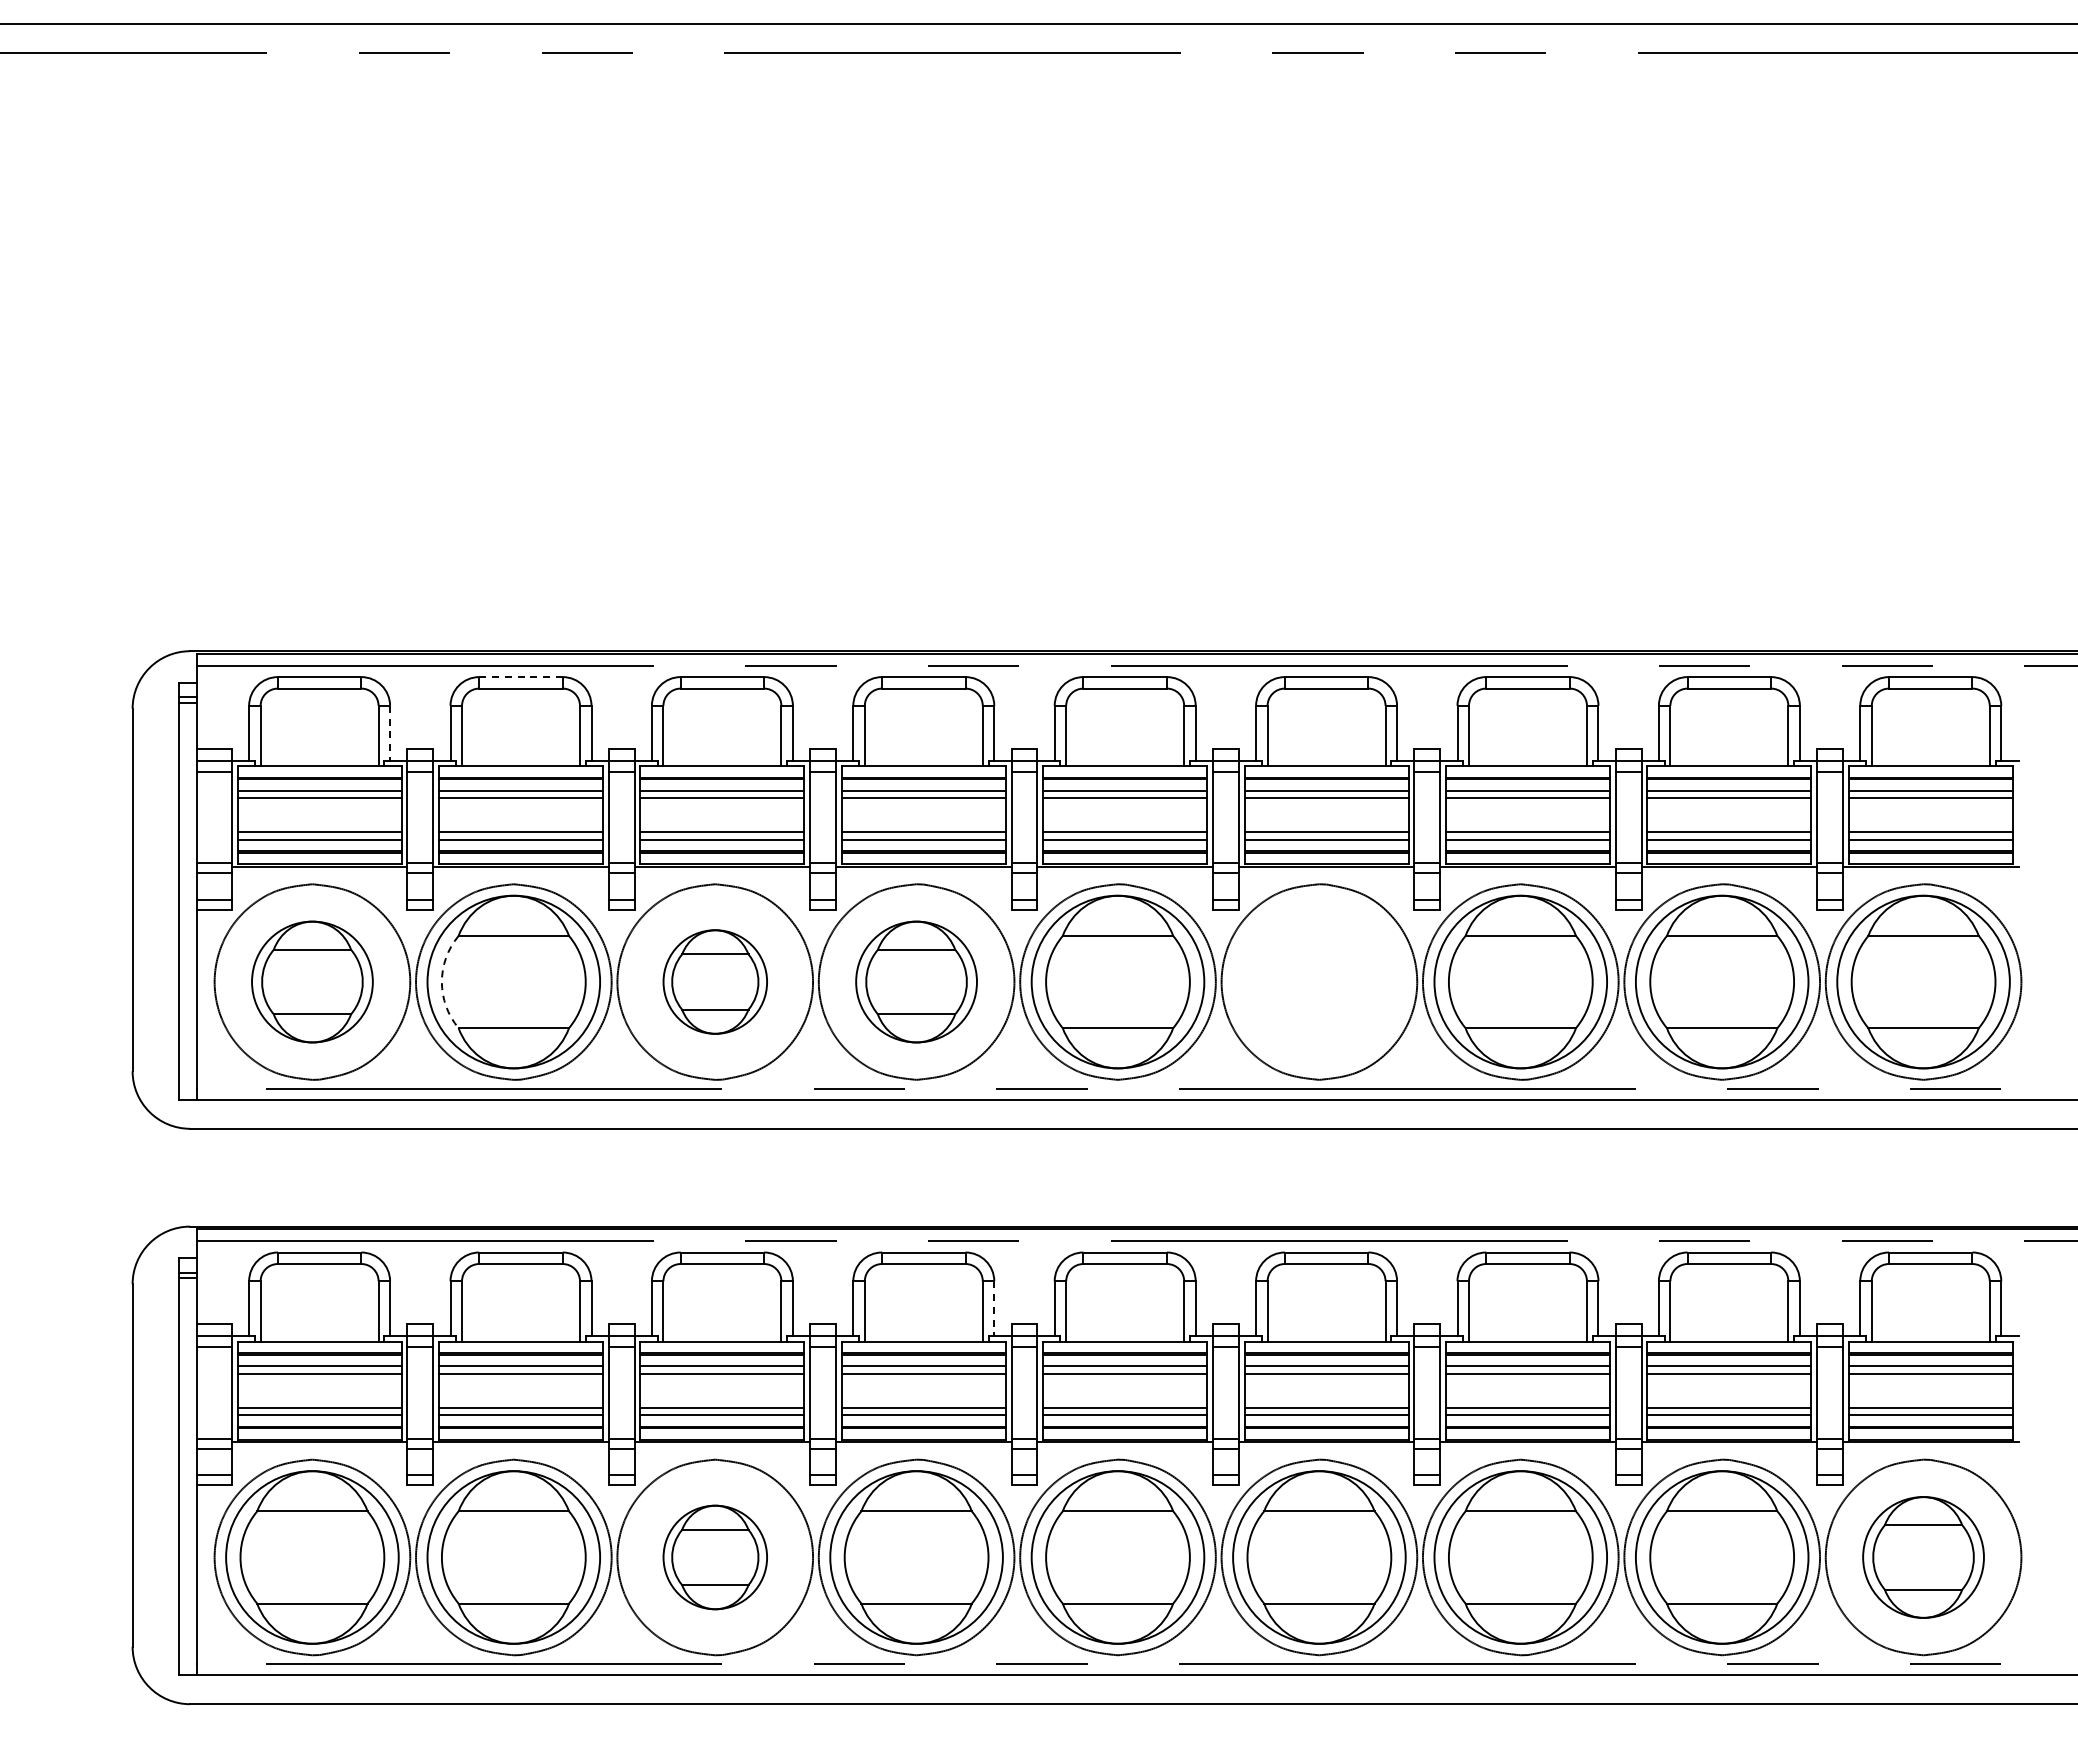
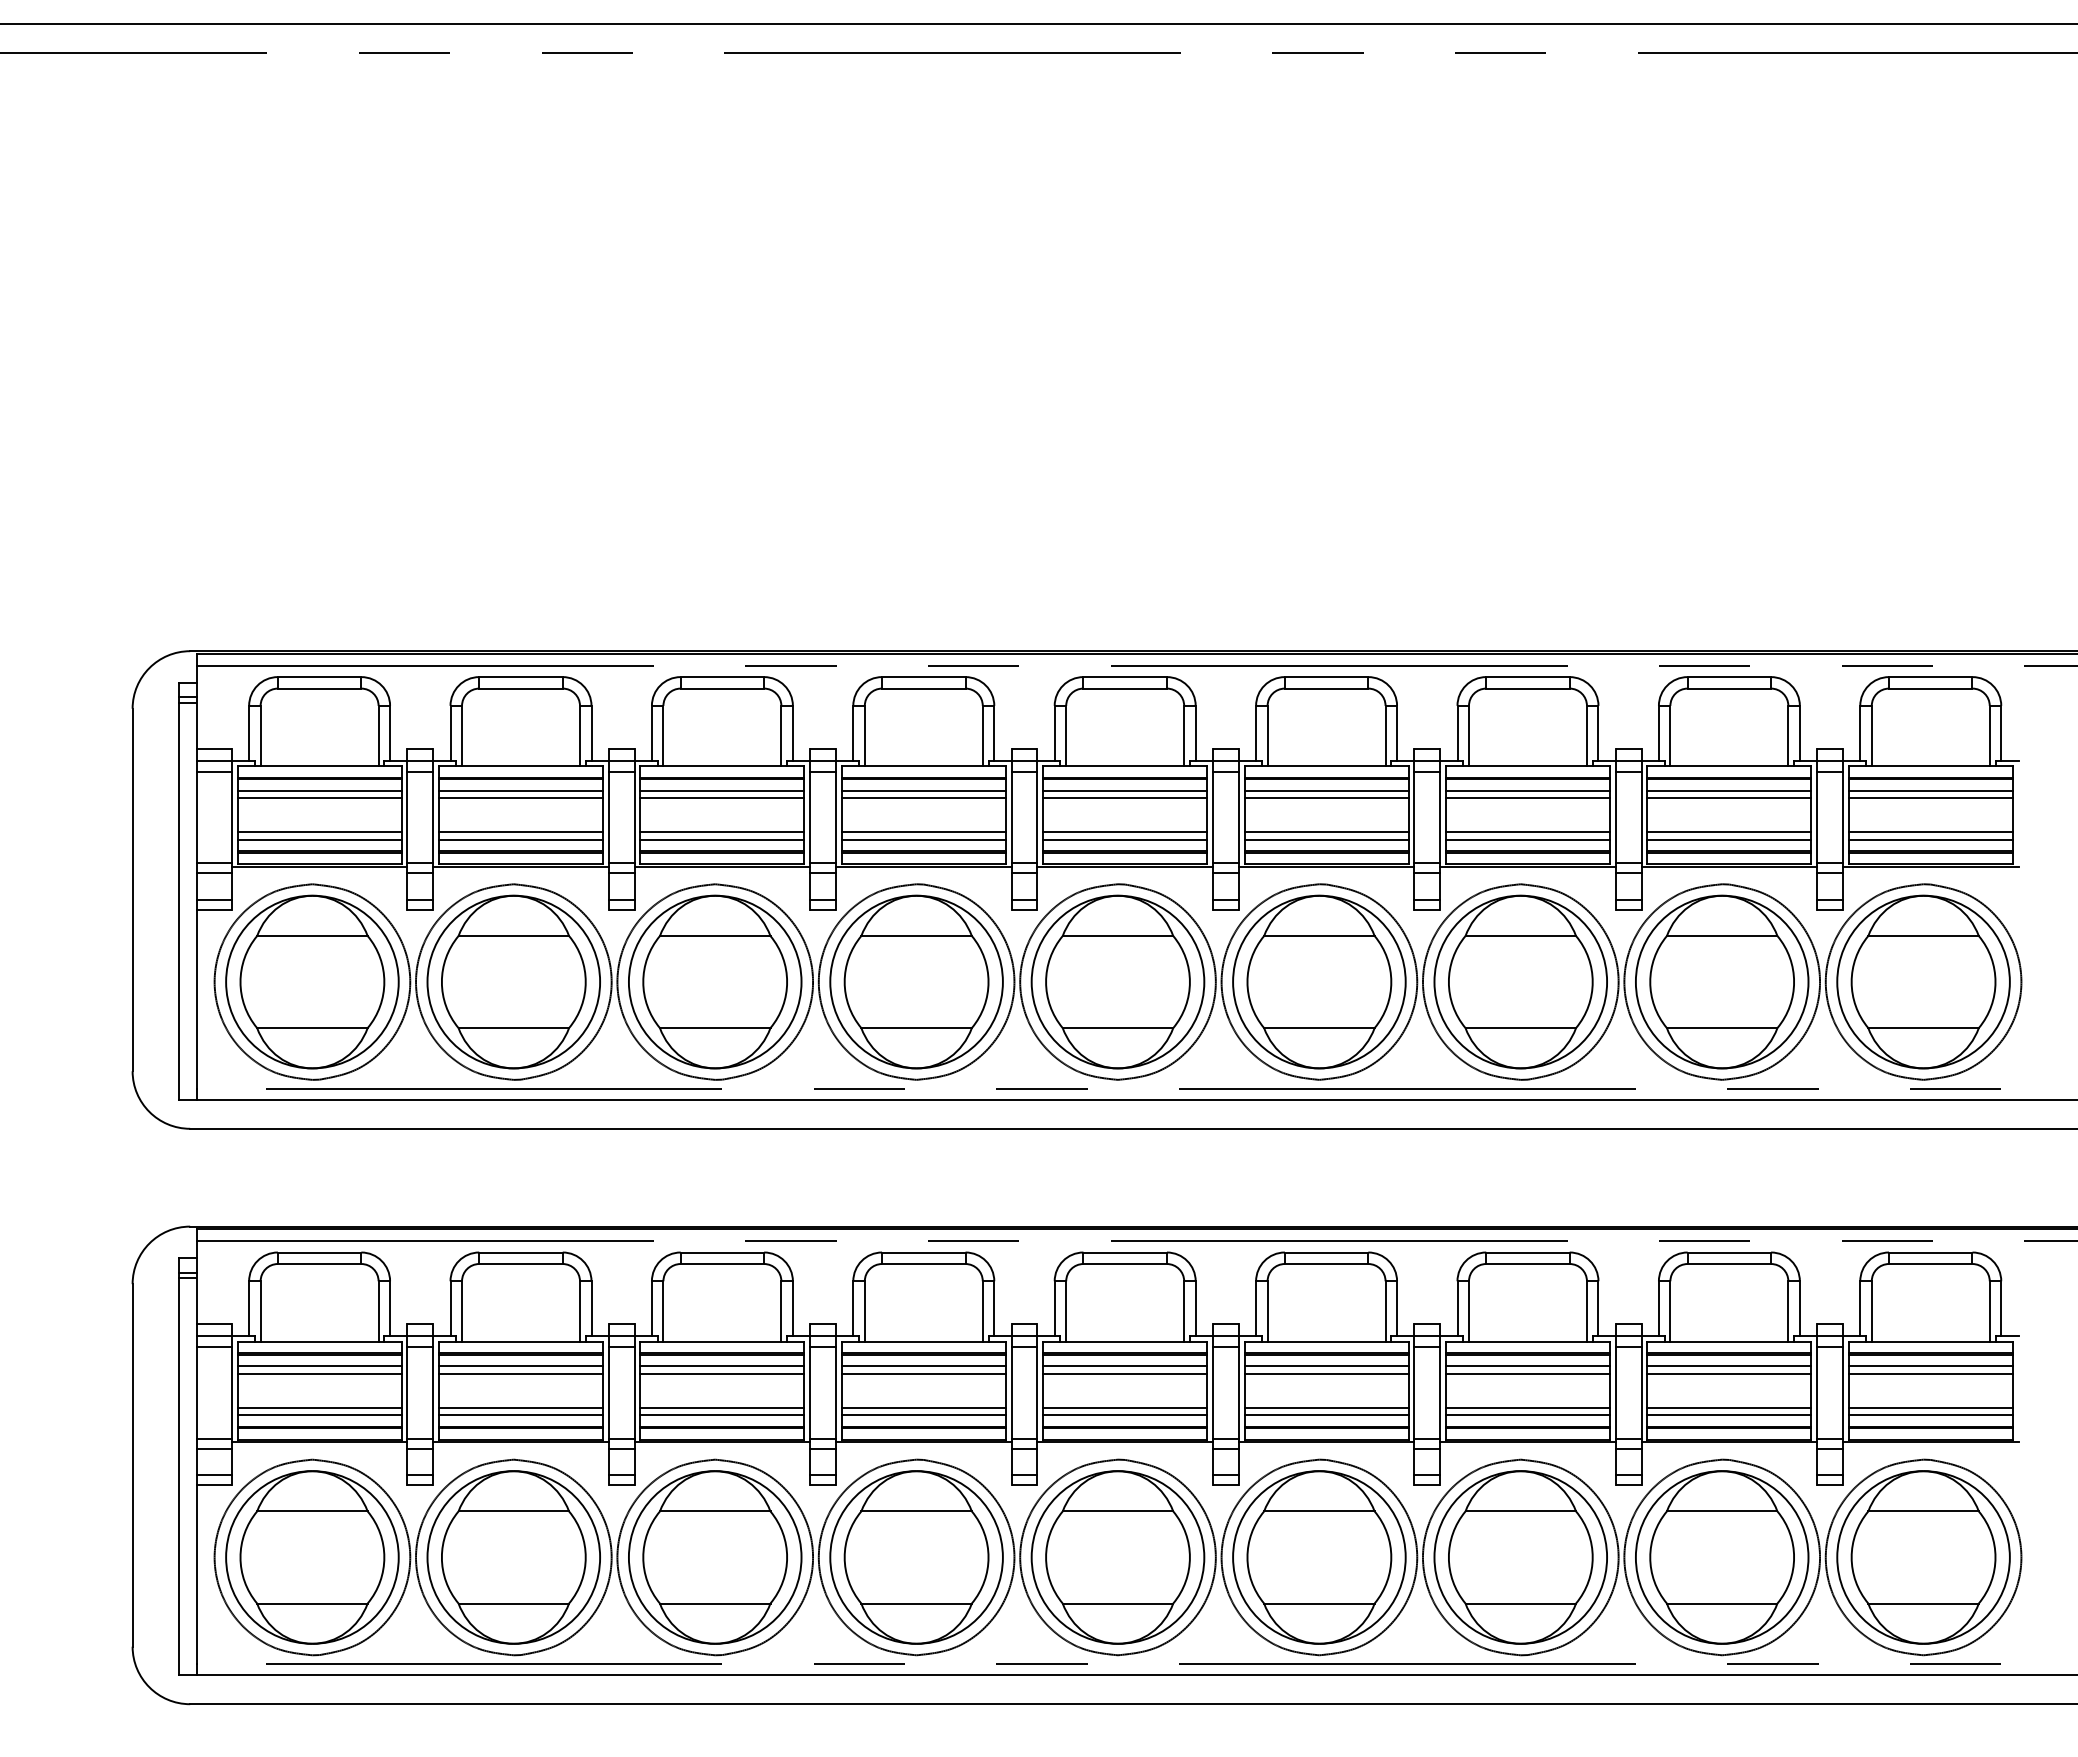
line at (521, 677): dashed -> solid
line at (390, 733): dashed -> solid
part at (312, 981) size: 123x124 px -> 175x176 px
part at (714, 981) size: 106x106 px -> 175x176 px
part at (916, 981) size: 123x124 px -> 175x176 px
part at (1319, 981): none -> present
arc at (441, 982): dashed -> solid
line at (994, 1309): dashed -> solid
part at (714, 1557) size: 106x107 px -> 175x175 px
part at (1923, 1557) size: 123x123 px -> 175x175 px
